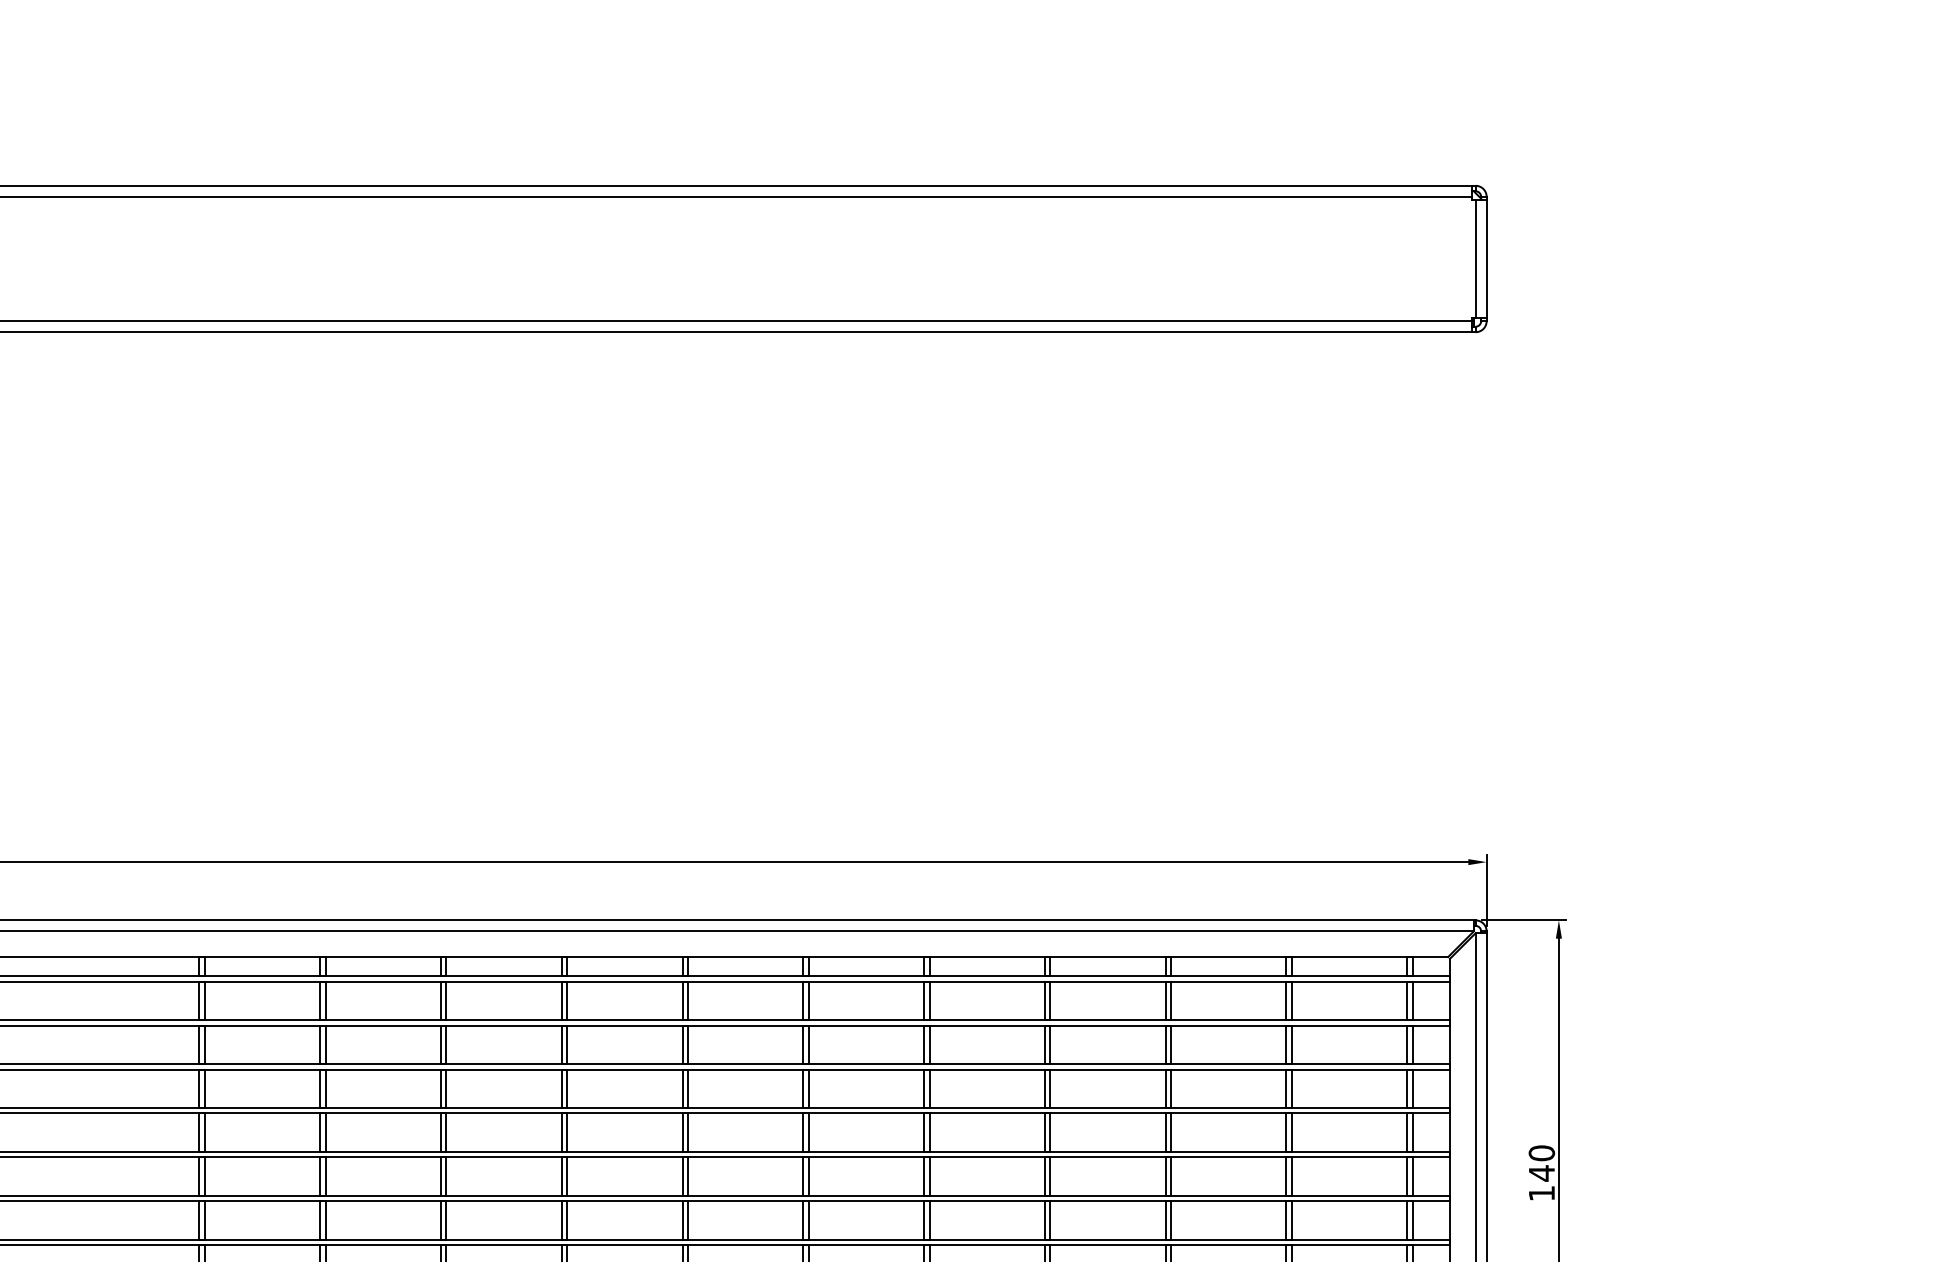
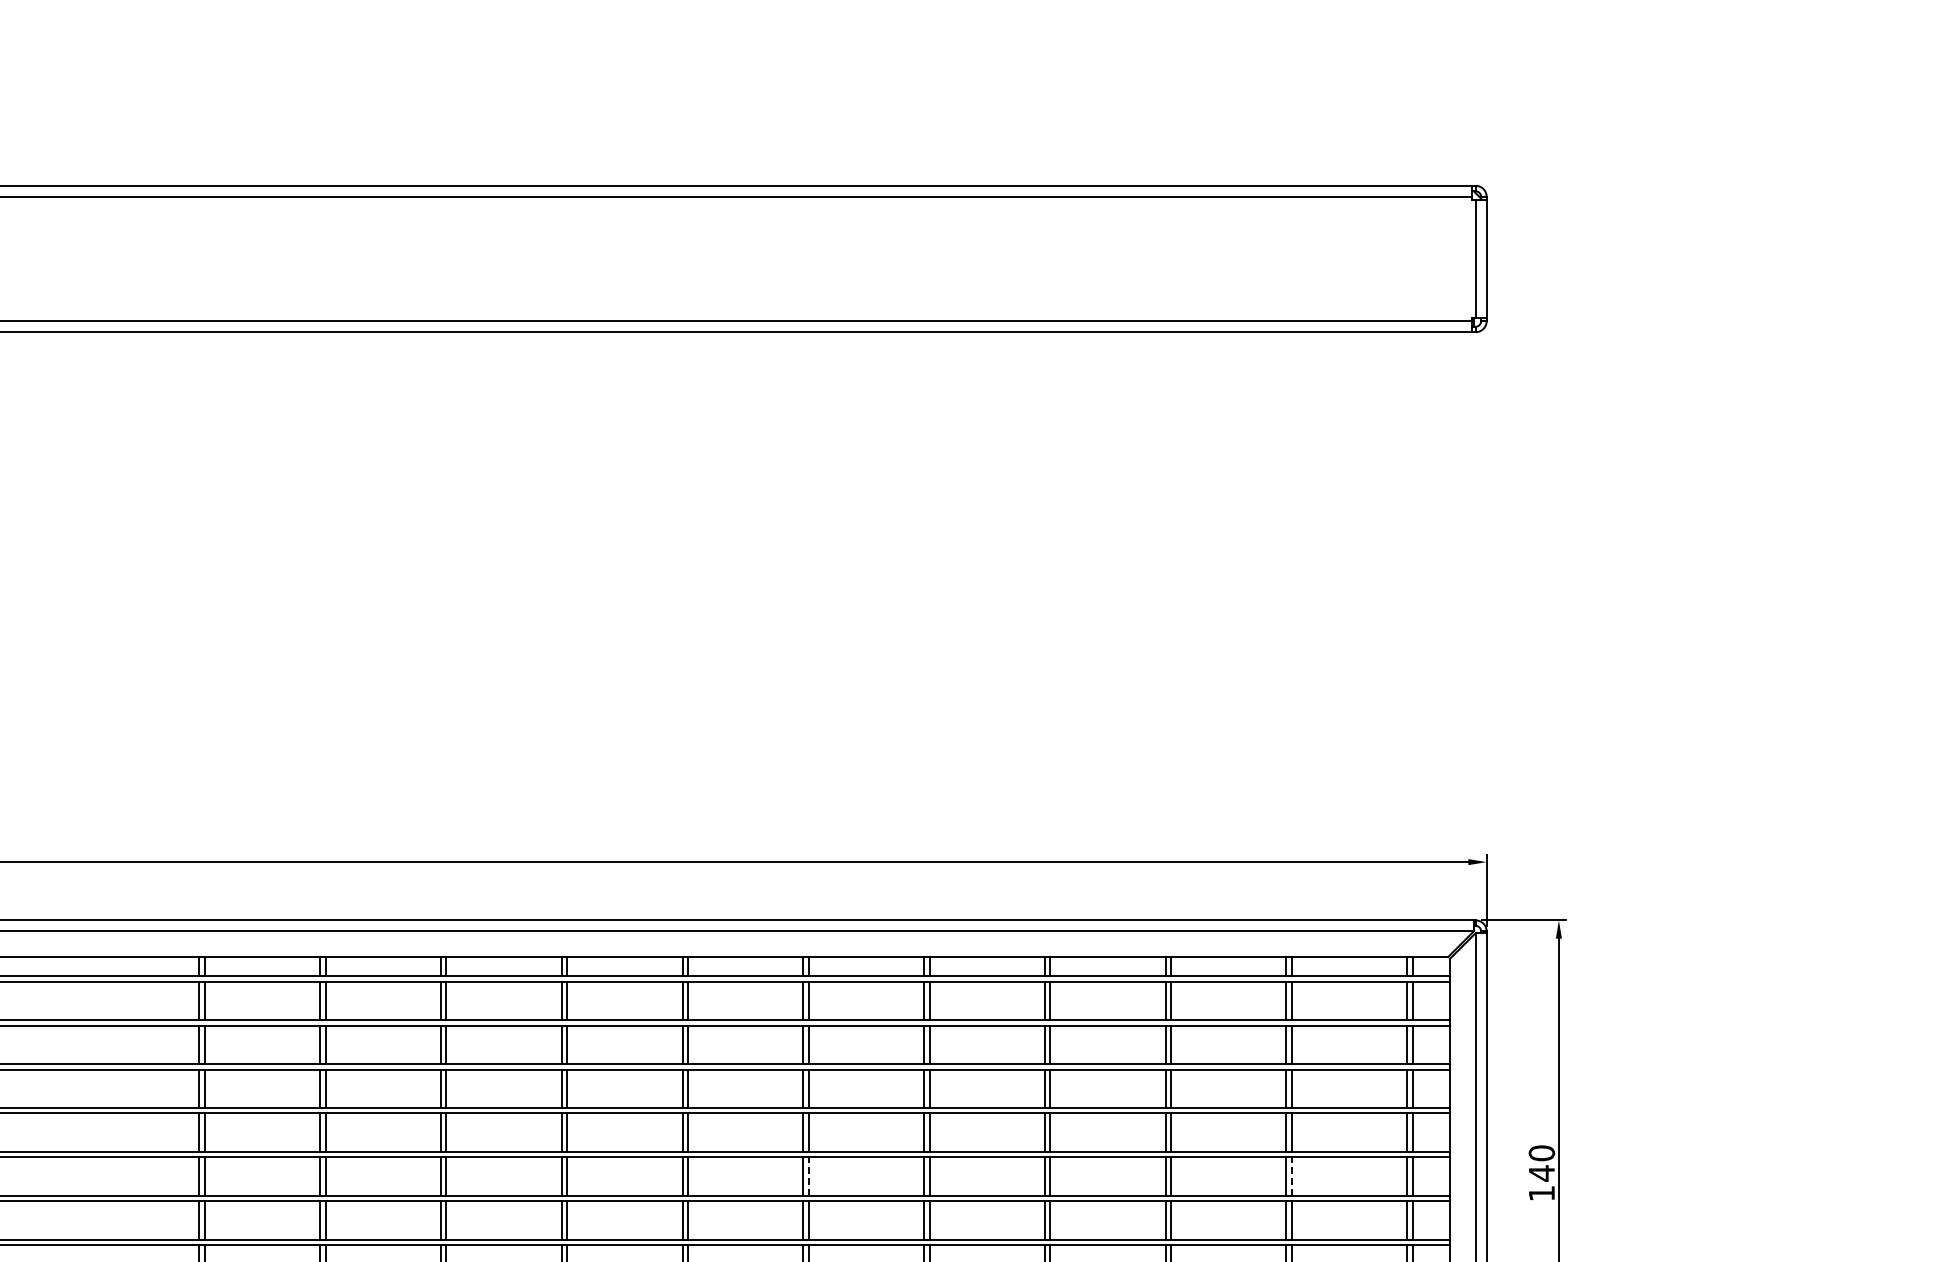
line at (808, 1176): solid -> dashed
line at (1291, 1176): solid -> dashed
